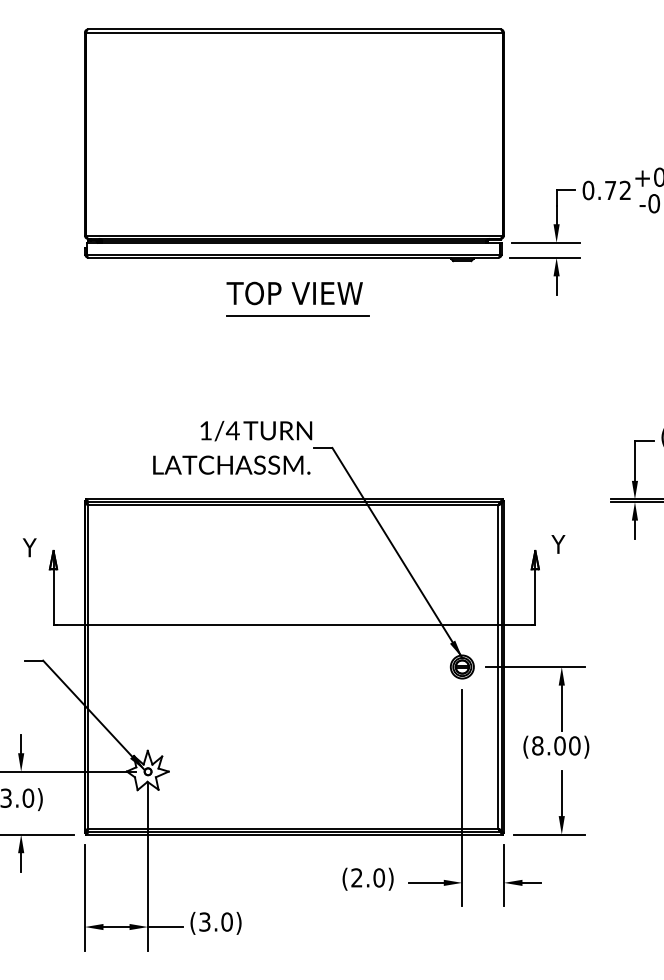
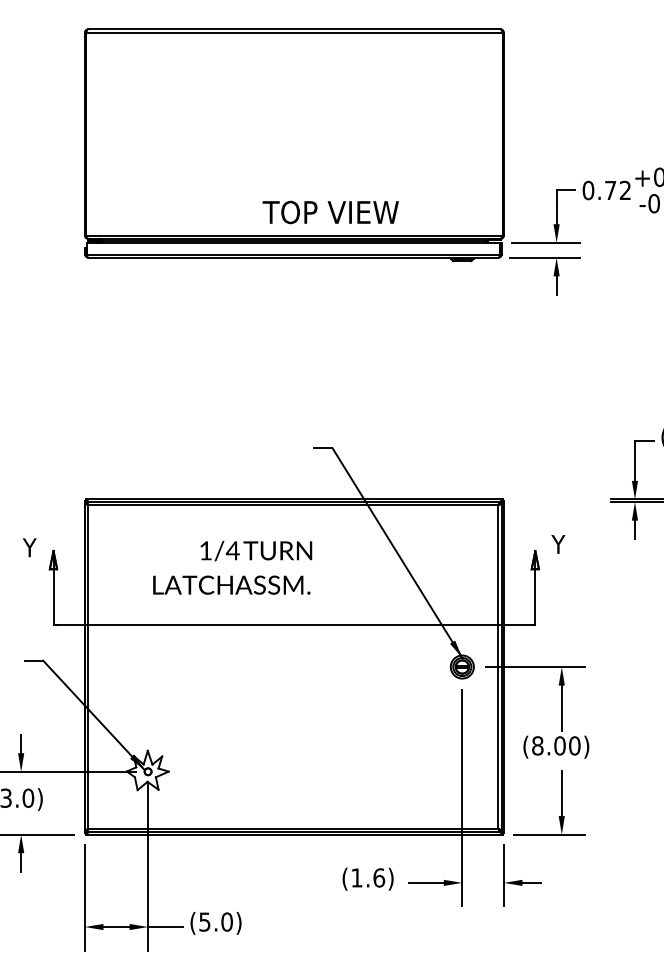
text at (294, 293) position: (294, 293) -> (330, 212)
line at (297, 315): present -> none
text at (232, 447) position: (232, 447) -> (232, 567)
text at (368, 877): (2.0) -> (1.6)
text at (204, 921): (3.0) -> (5.0)
